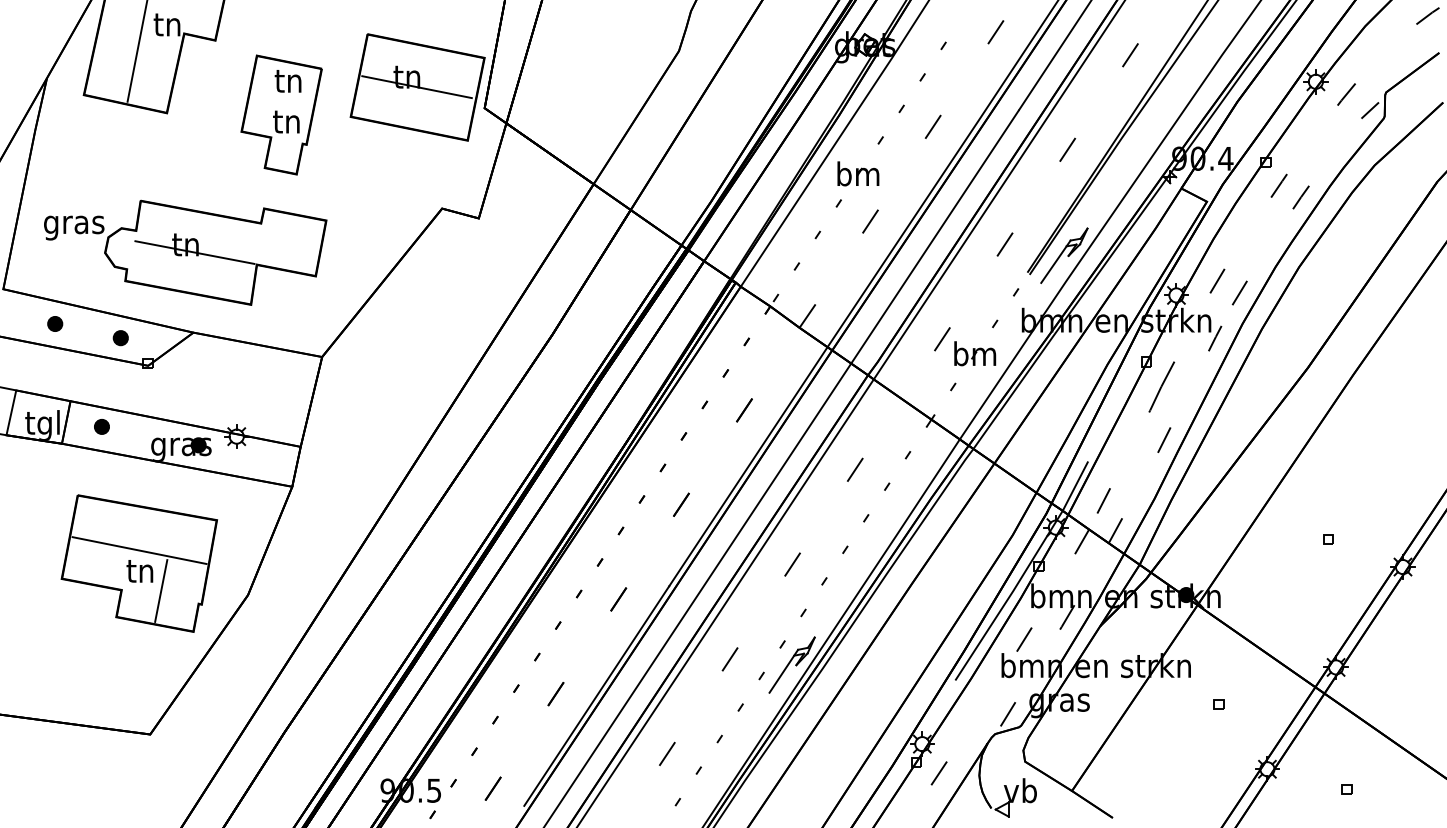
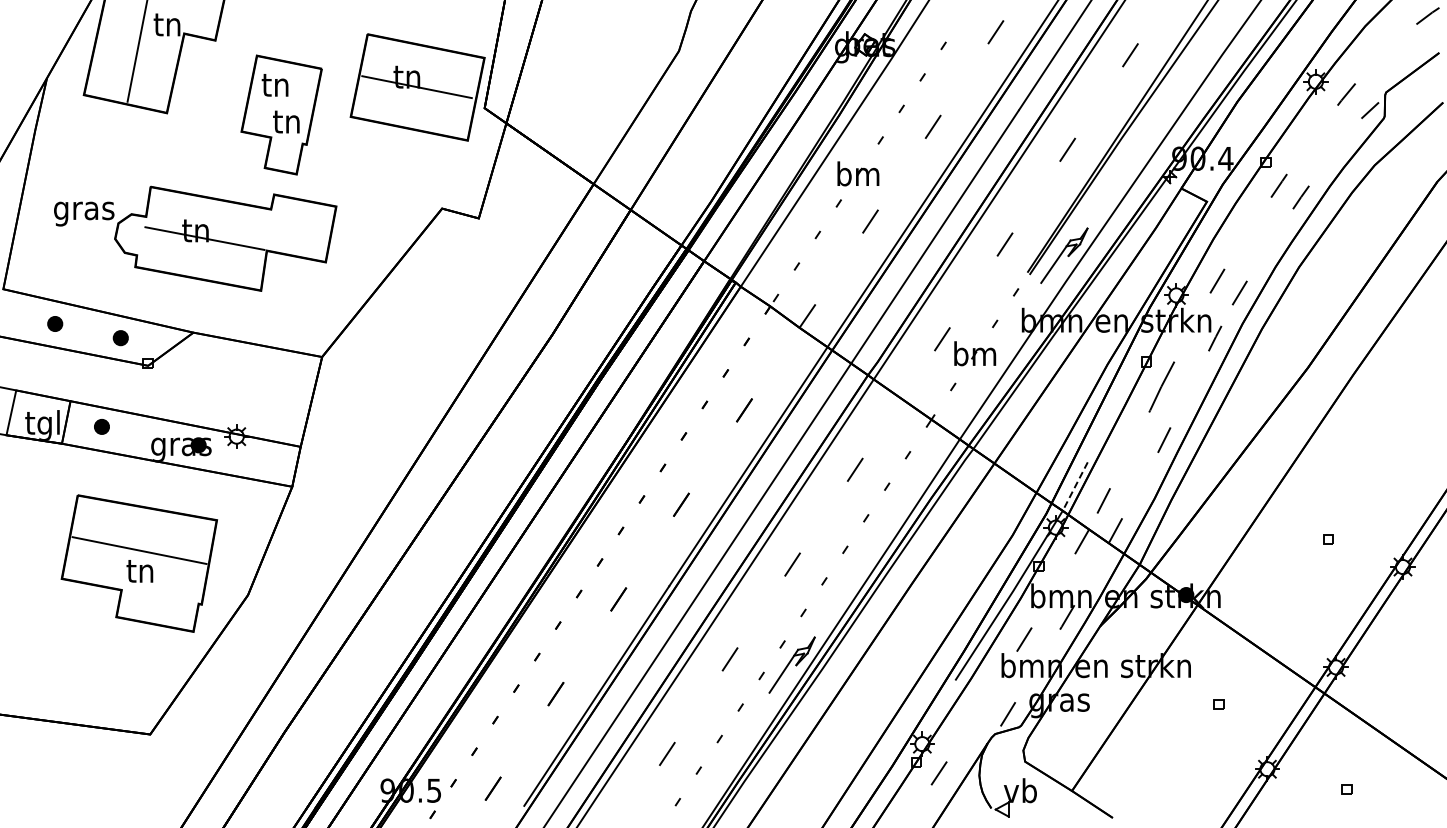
text at (287, 81) position: (287, 81) -> (274, 85)
part at (185, 252) position: (185, 252) -> (195, 238)
line at (1075, 487): solid -> dashed
line at (161, 590): present -> none
